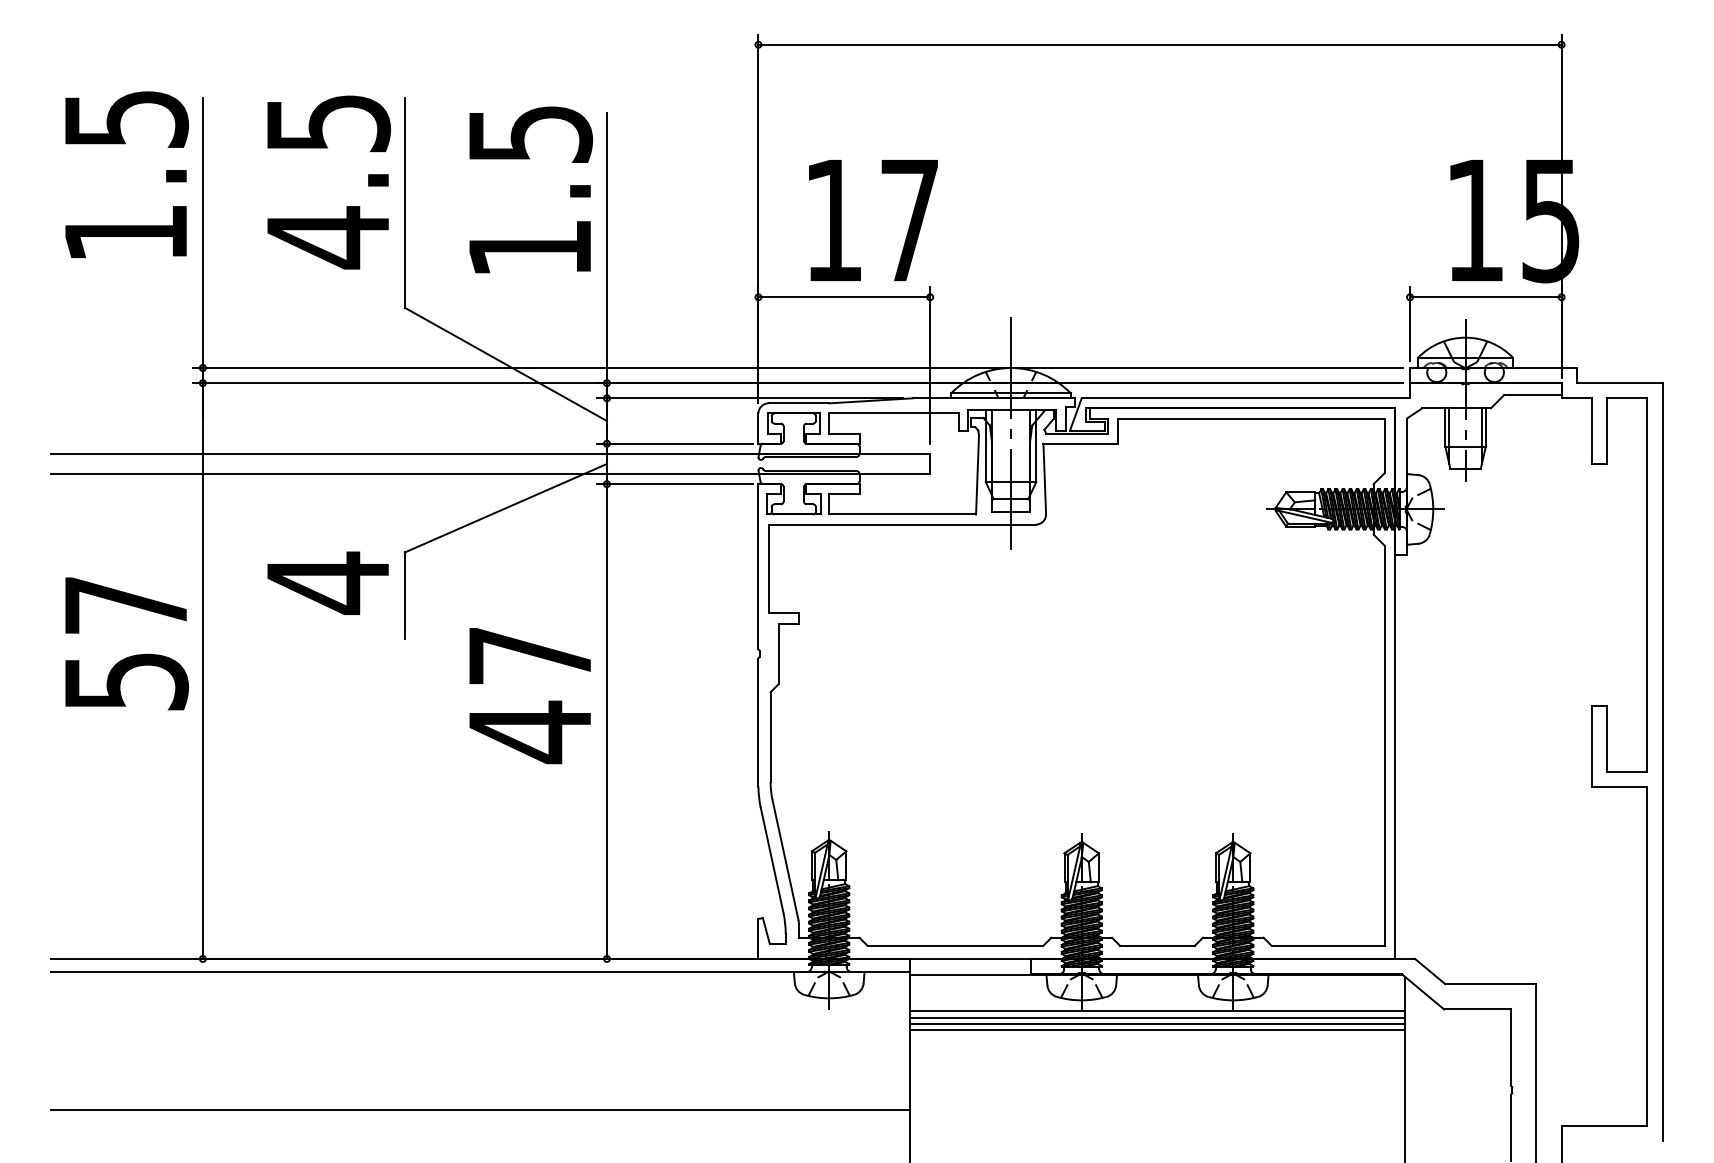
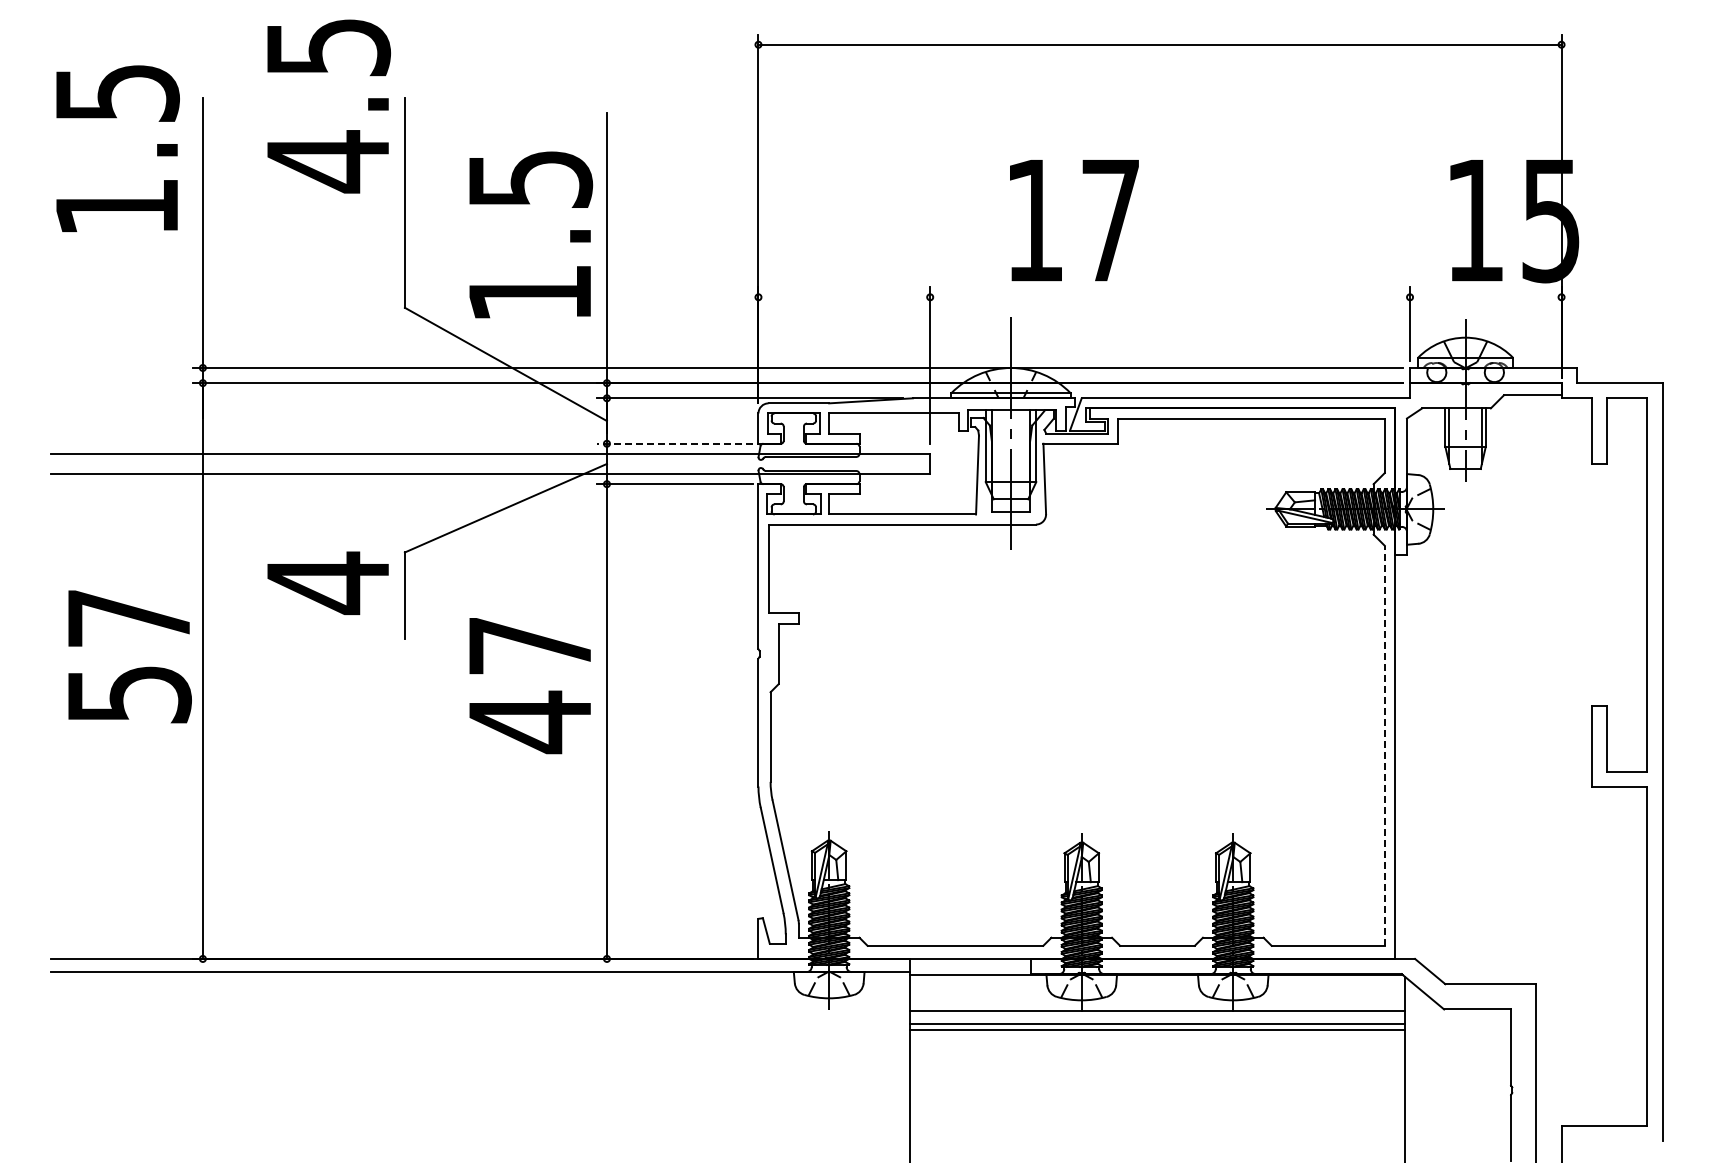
text at (126, 174) position: (126, 174) -> (117, 148)
text at (328, 182) position: (328, 182) -> (328, 106)
text at (531, 189) position: (531, 189) -> (531, 234)
text at (873, 220) position: (873, 220) -> (1074, 220)
line at (844, 297): present -> none
line at (1485, 297): present -> none
line at (674, 443): solid -> dashed
text at (126, 643) position: (126, 643) -> (129, 656)
text at (529, 696) position: (529, 696) -> (529, 686)
line at (1384, 745): solid -> dashed
line at (1157, 1017): present -> none
line at (480, 1110): present -> none
